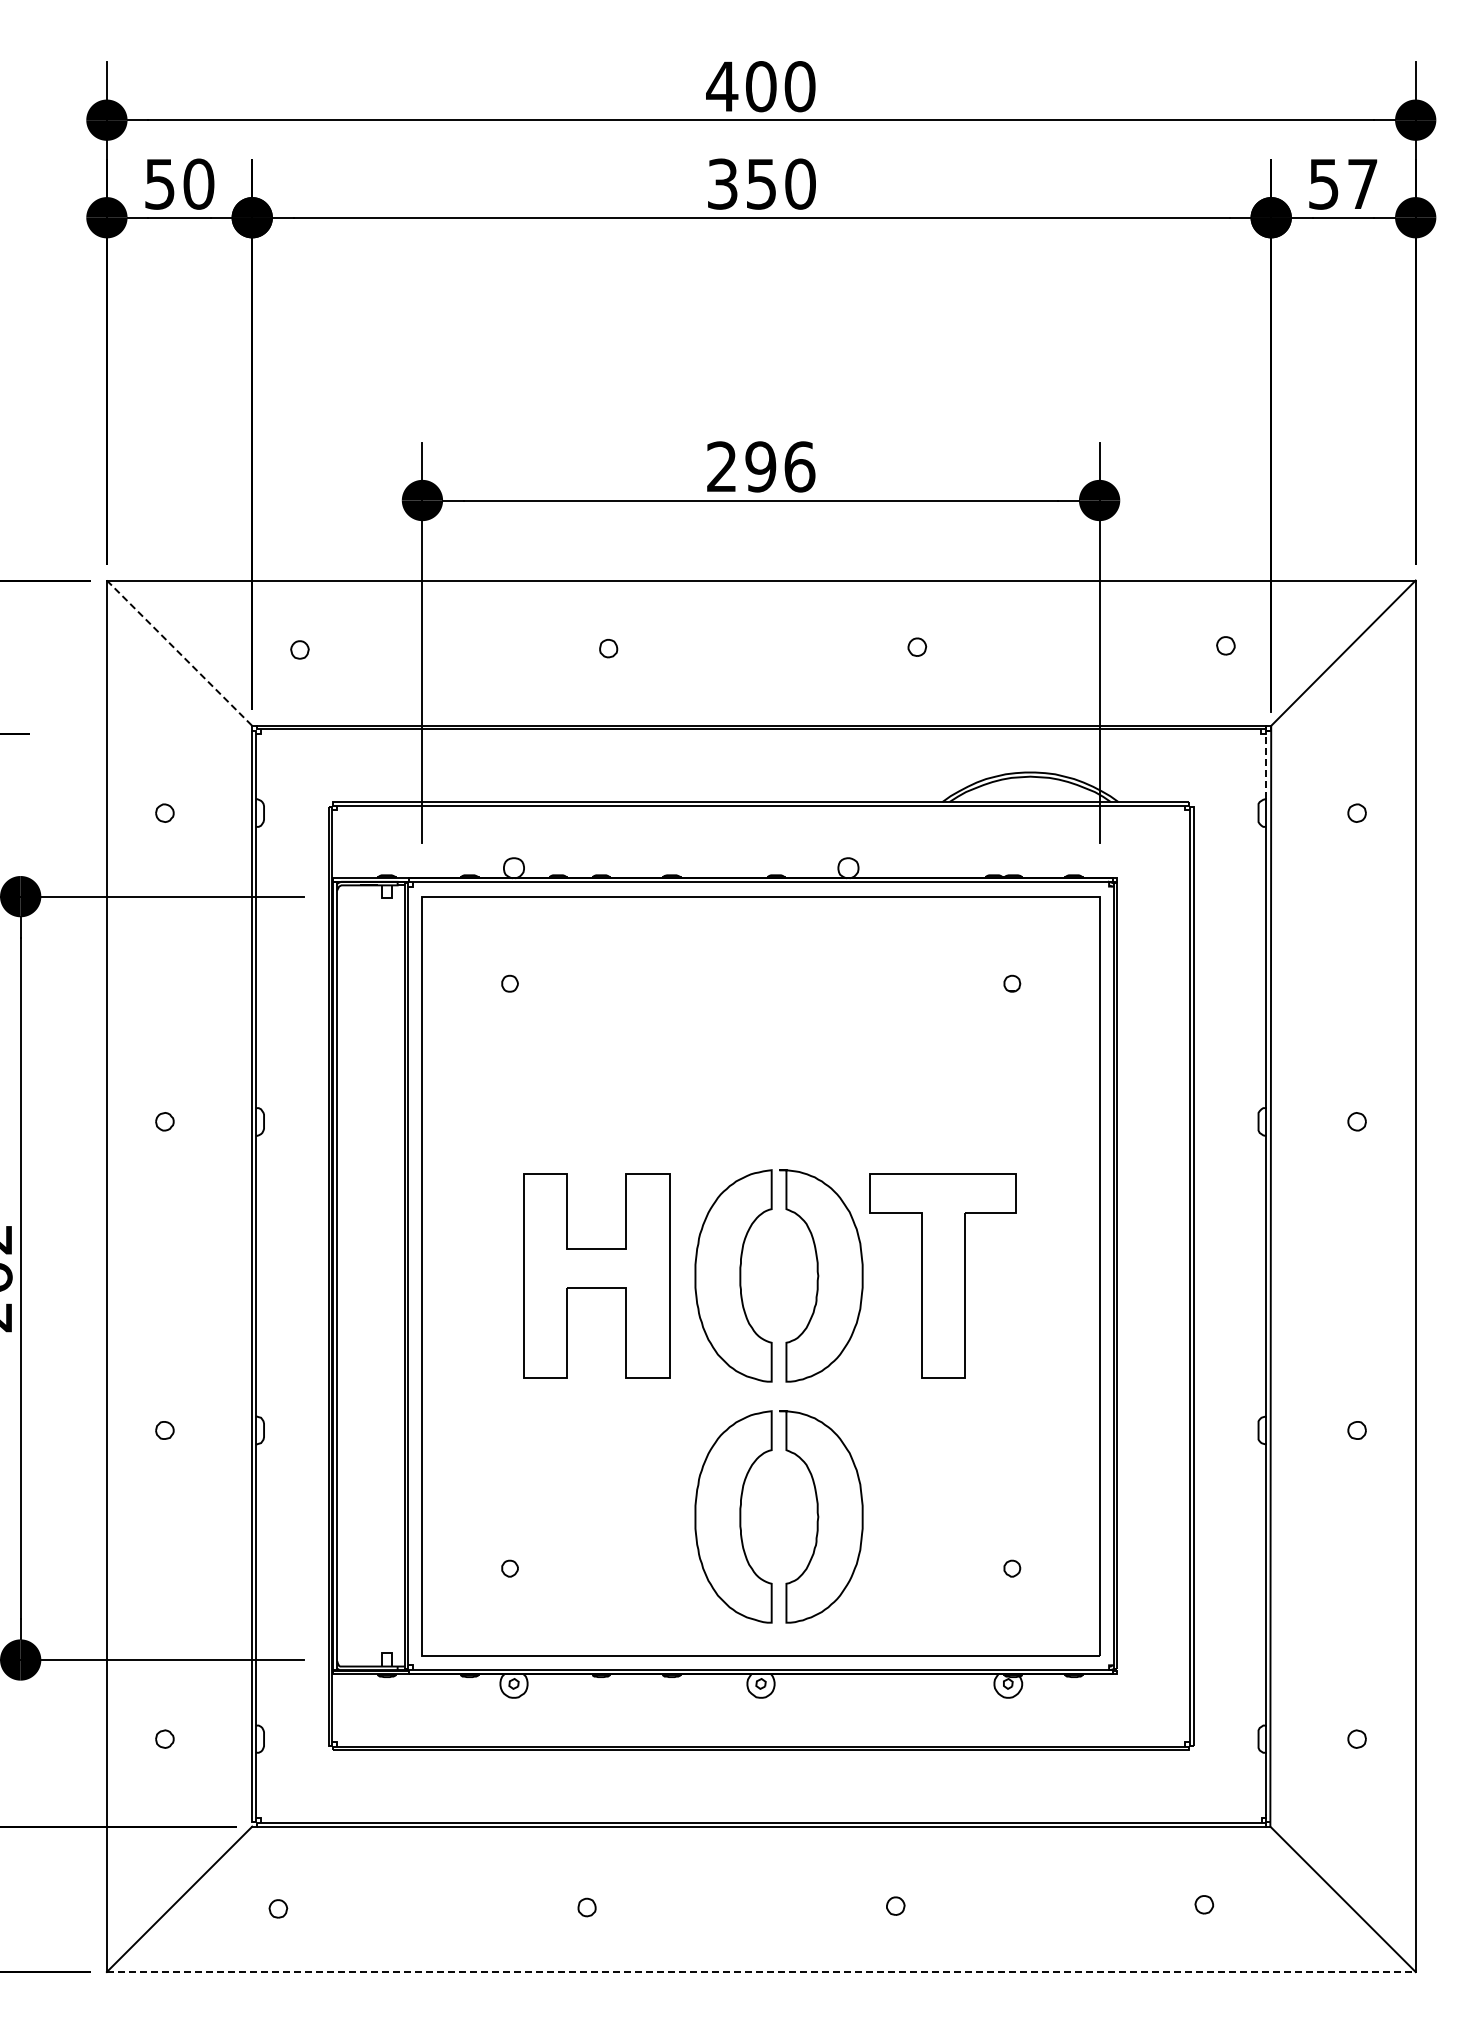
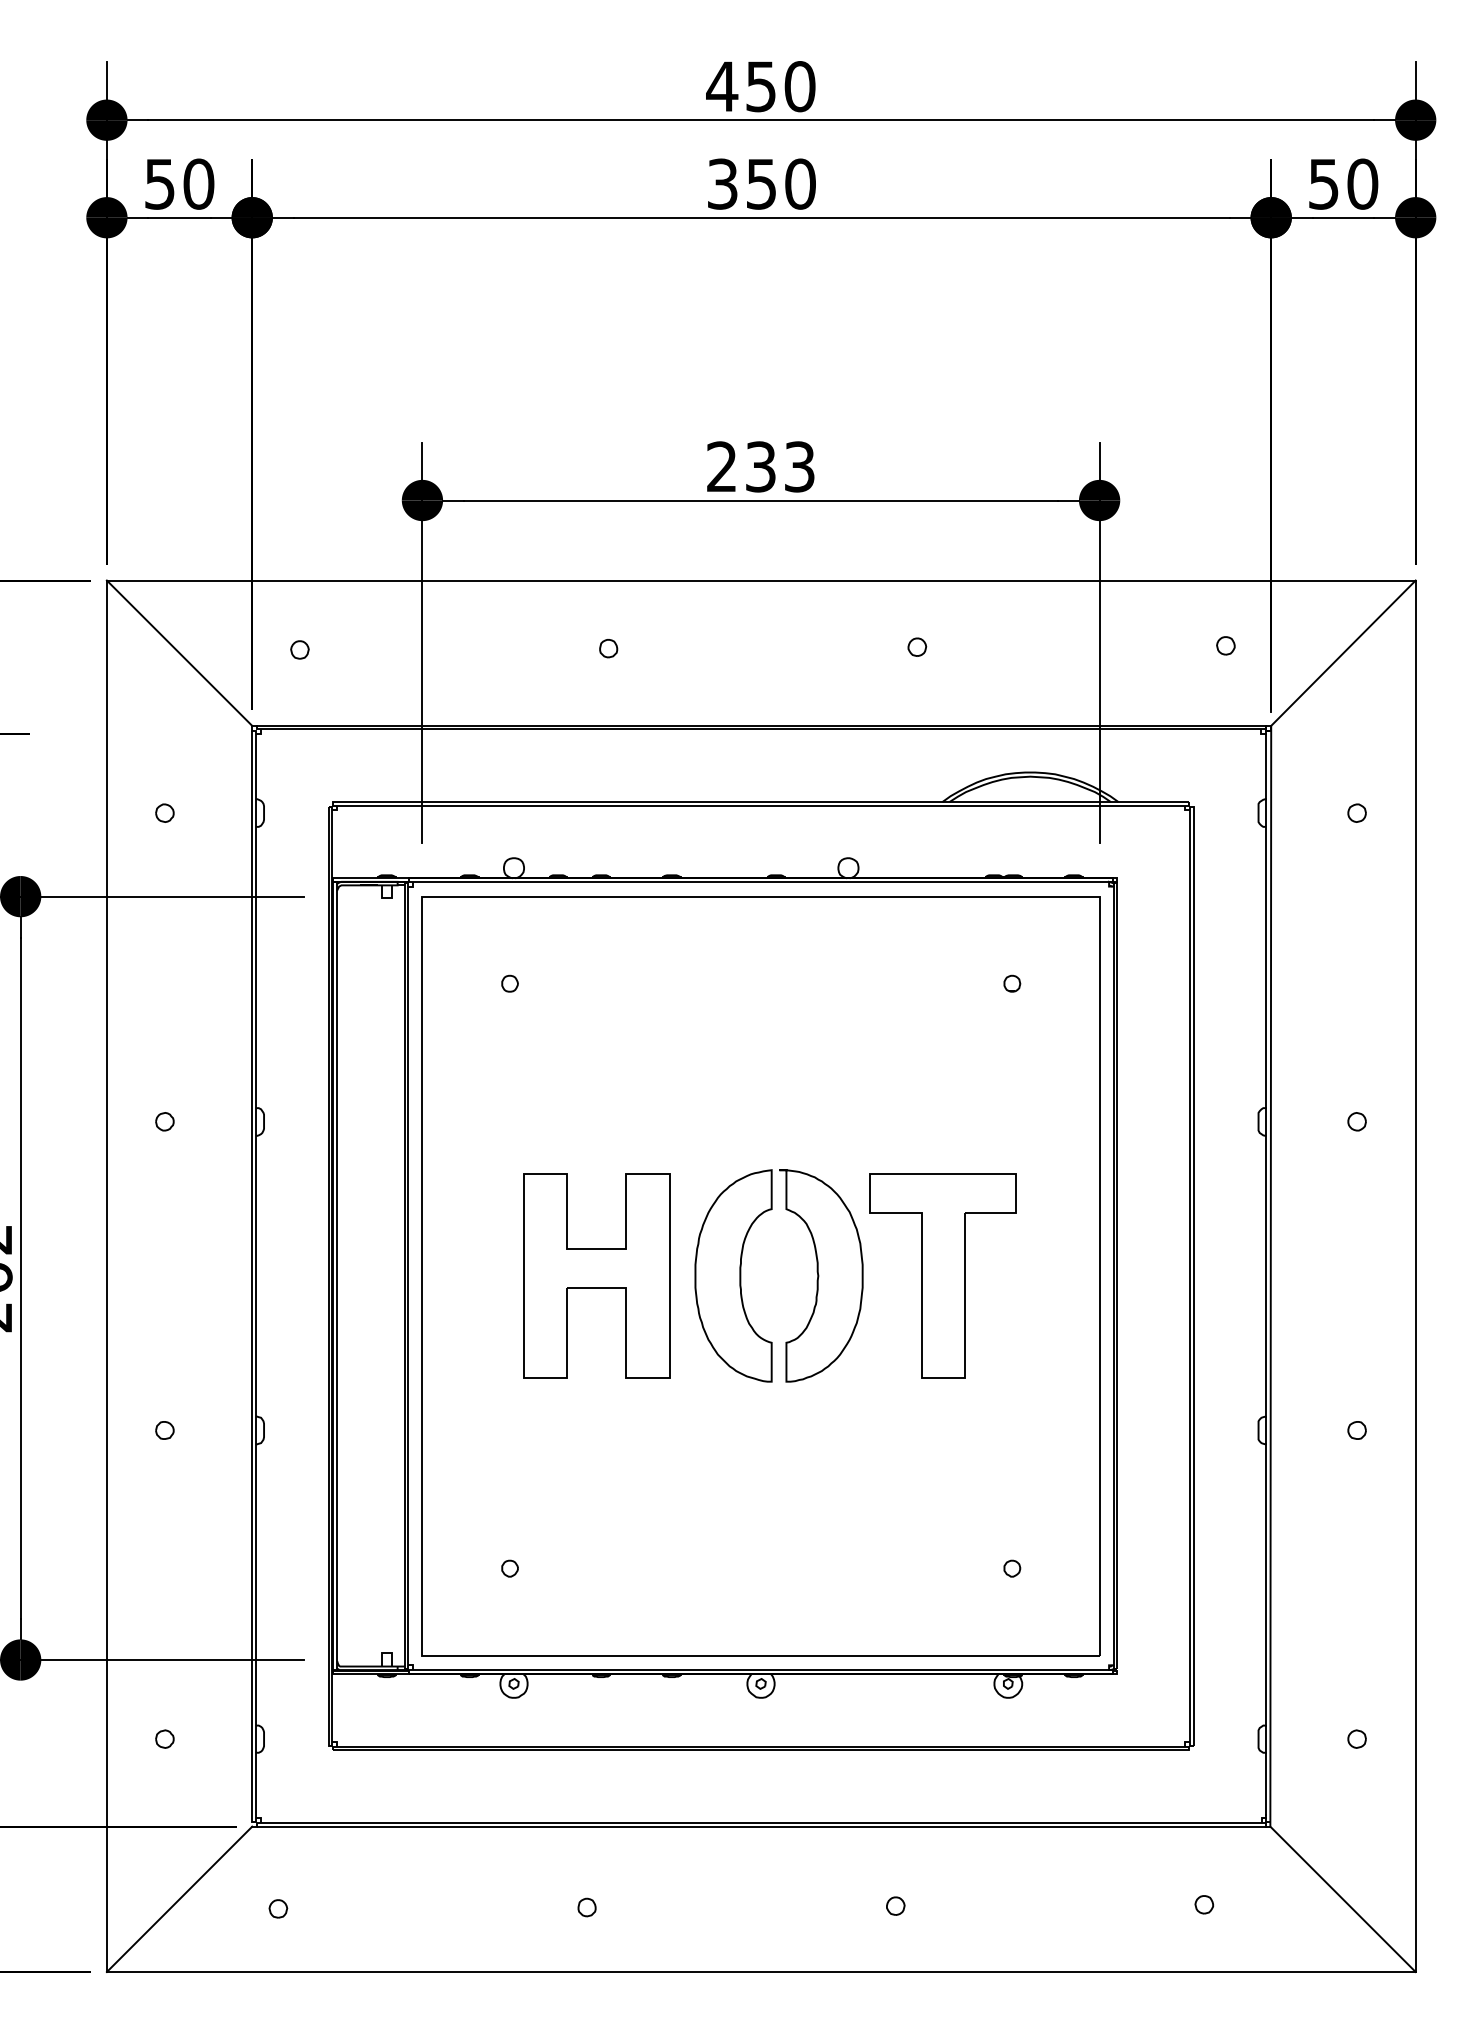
text at (761, 86): 400 -> 450
text at (1362, 183): 57 -> 50
text at (780, 466): 296 -> 233
line at (179, 653): dashed -> solid
line at (1266, 766): dashed -> solid
part at (741, 1516): present -> none
line at (761, 1972): dashed -> solid
